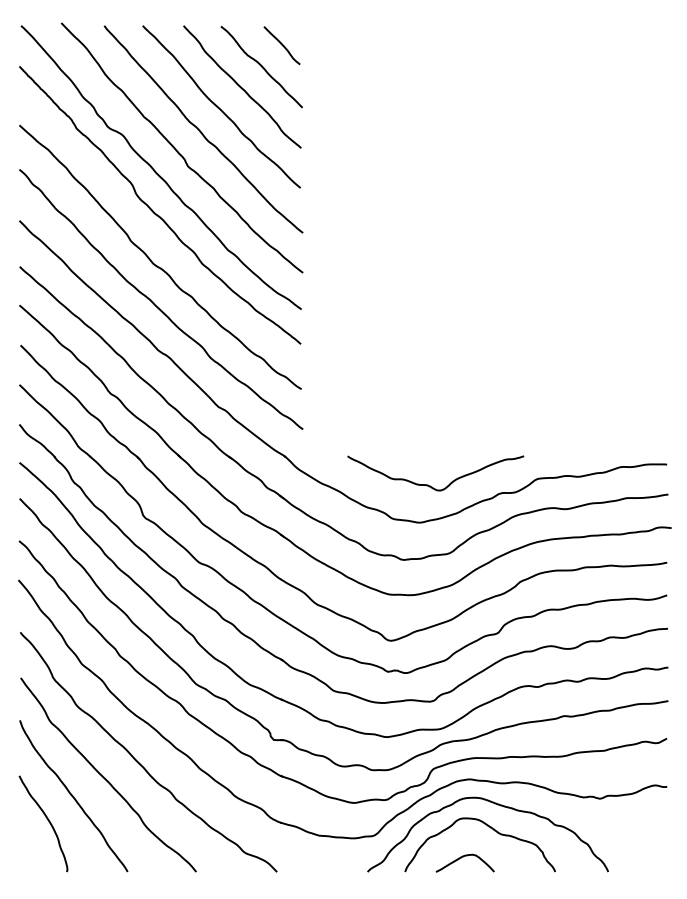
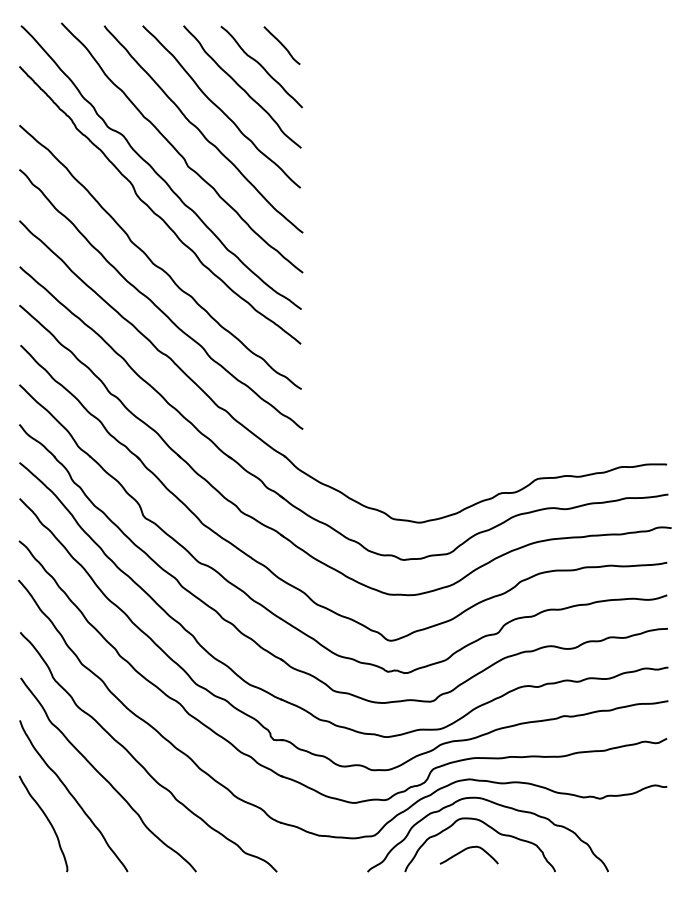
curve at (430, 485): present -> none
curve at (461, 858) position: (461, 858) -> (465, 850)
